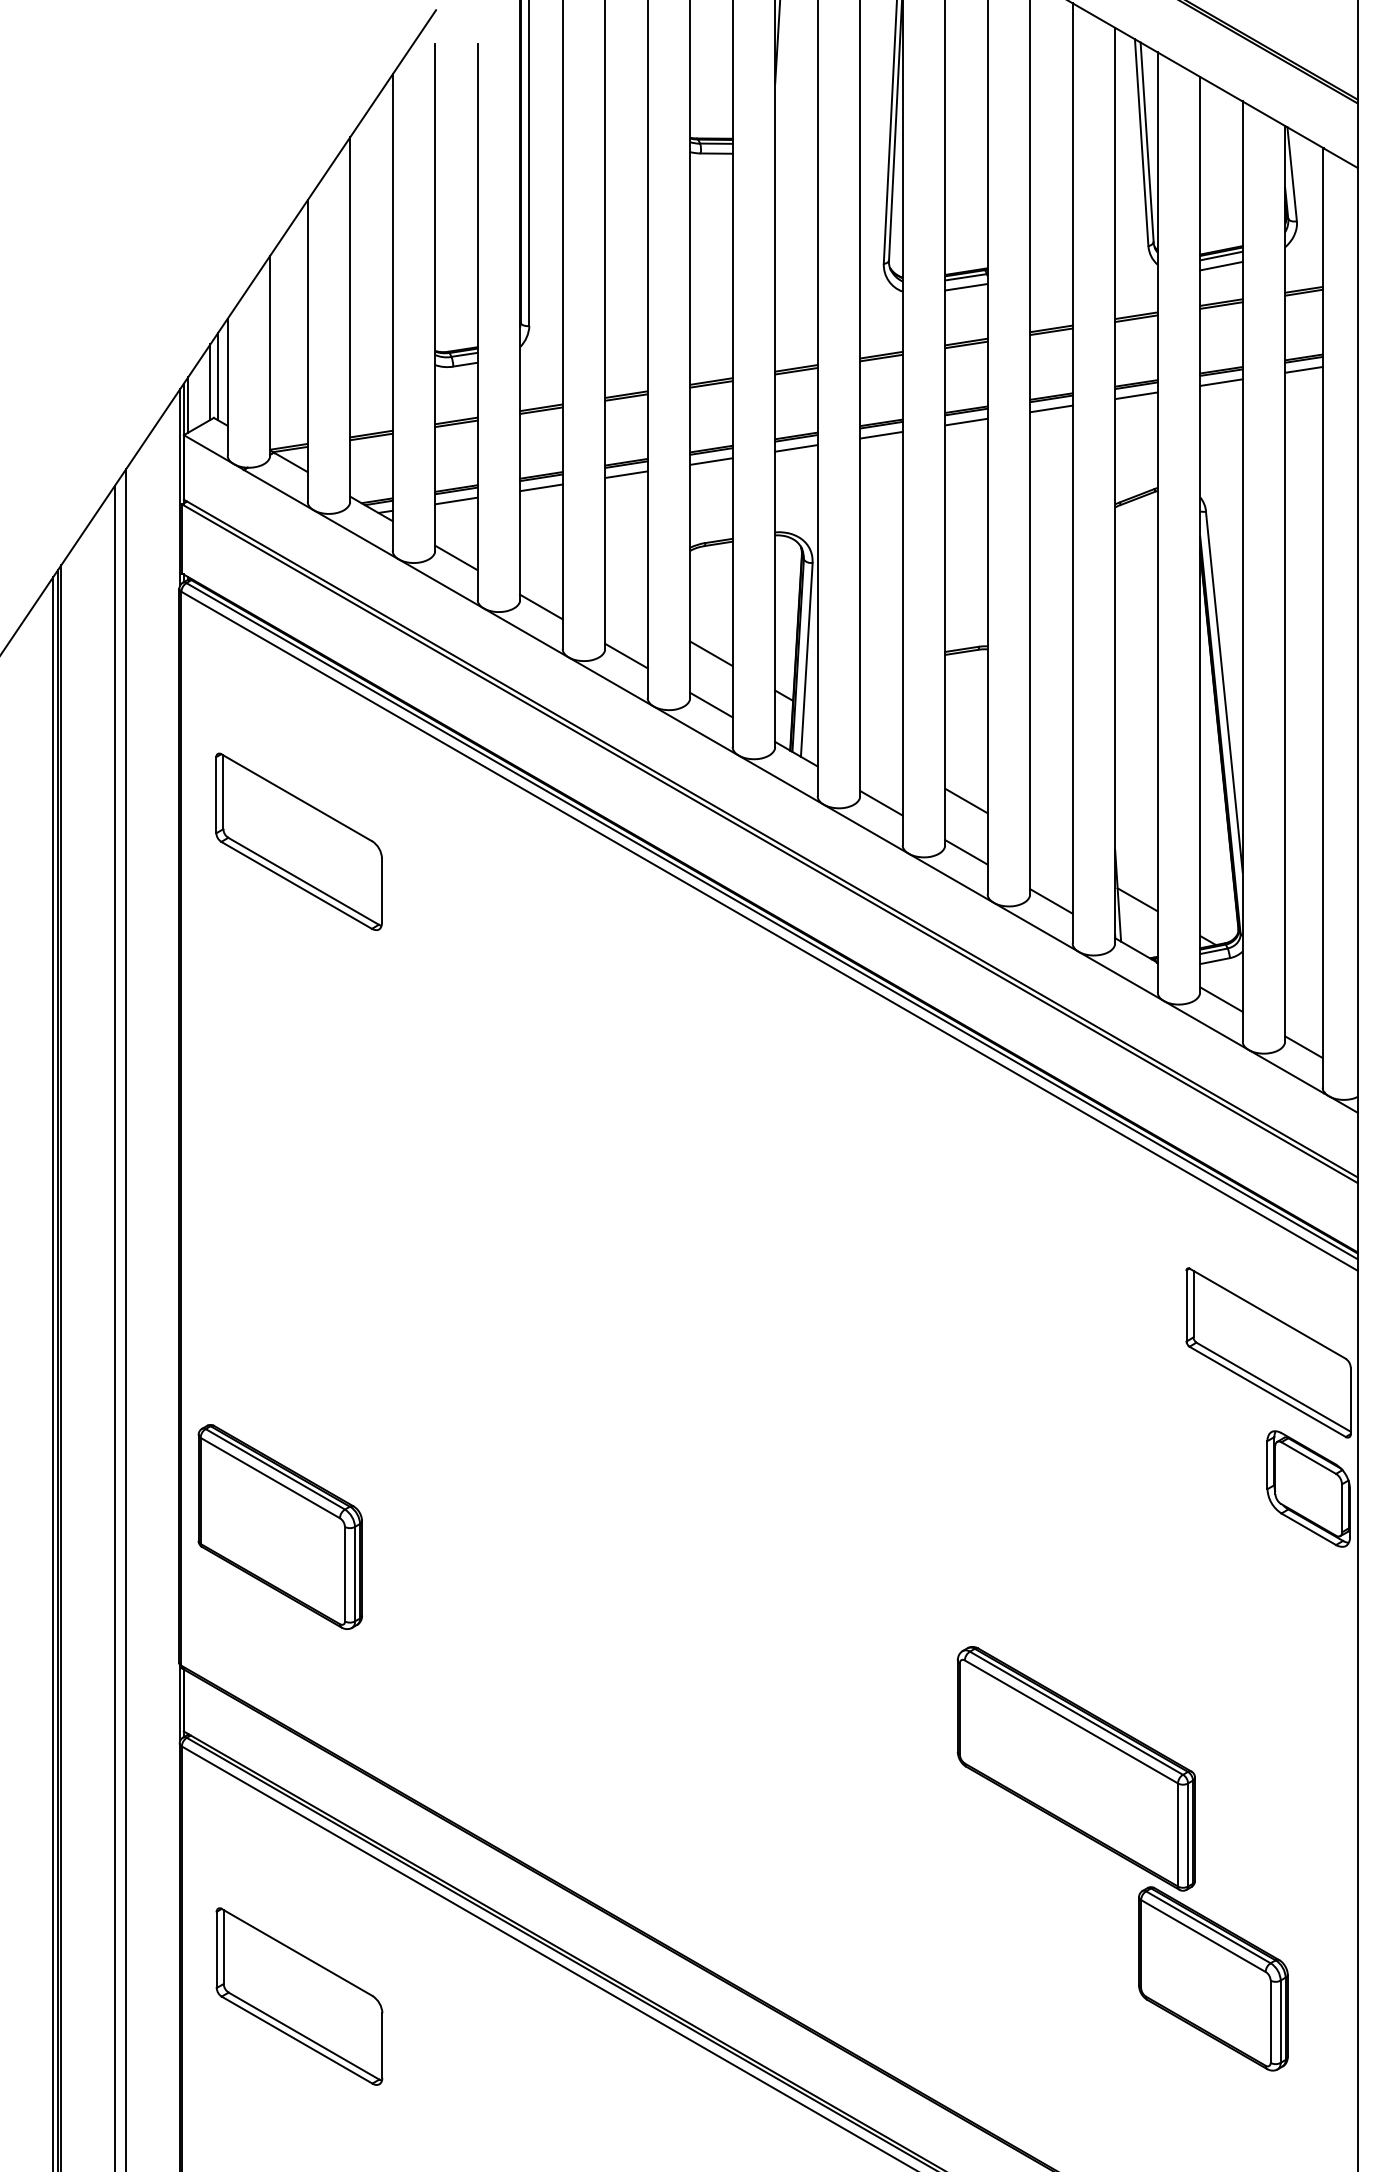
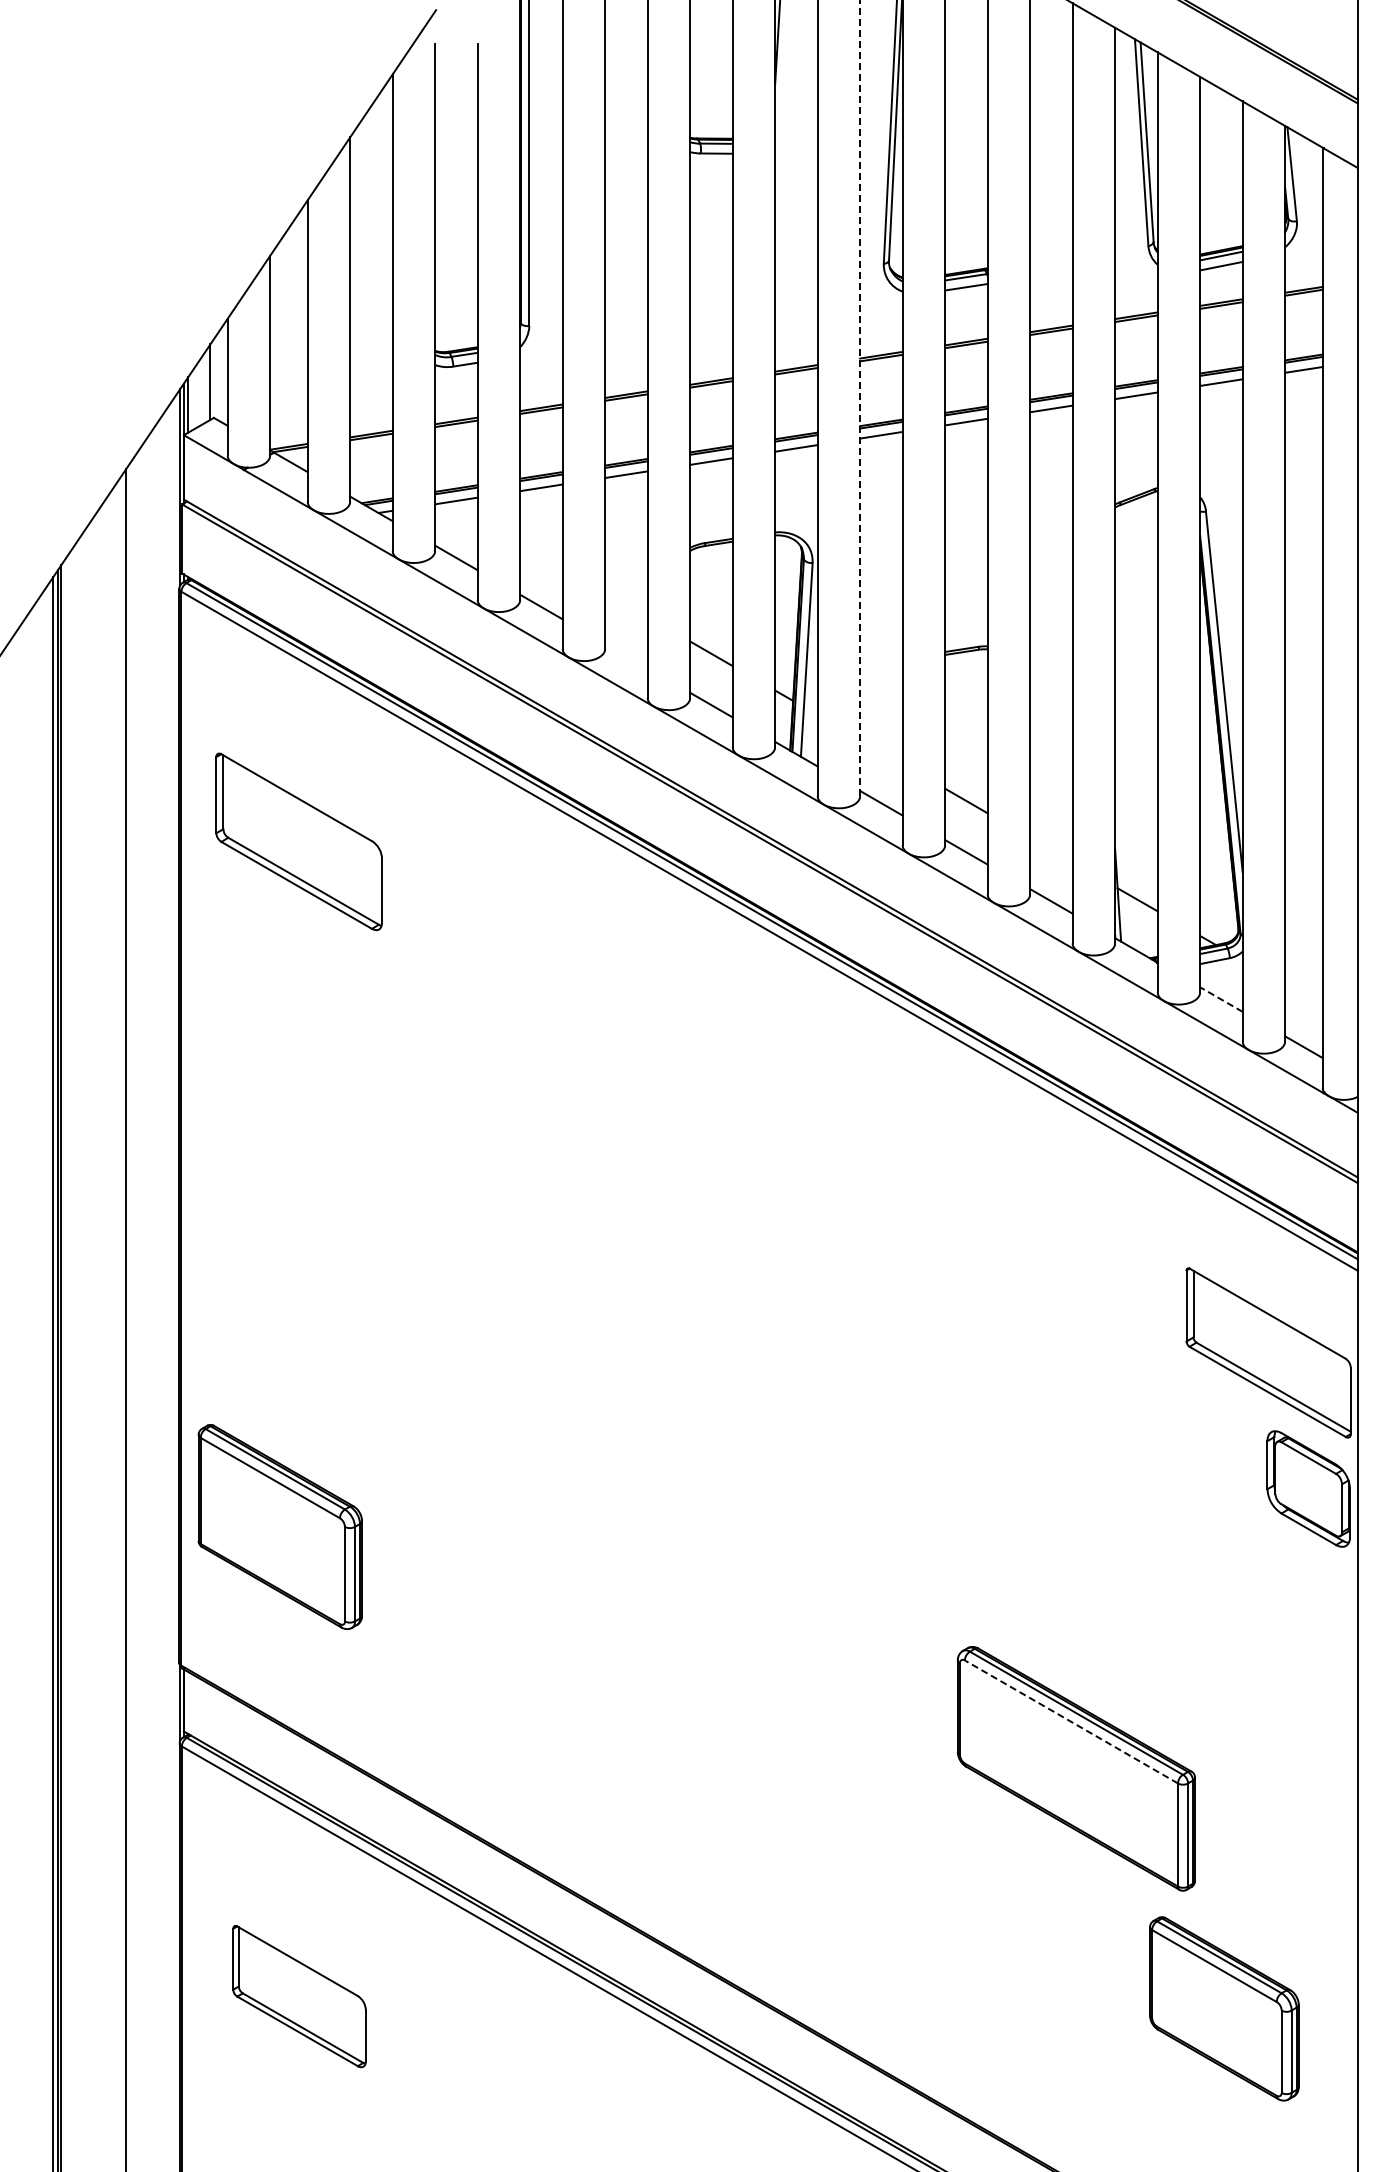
line at (217, 376): present -> none
line at (860, 398): solid -> dashed
line at (626, 655): present -> none
line at (1221, 999): solid -> dashed
line at (115, 1326): present -> none
line at (1071, 1721): solid -> dashed
part at (1213, 1978) position: (1213, 1978) -> (1224, 2008)
part at (299, 1996) size: 169x179 px -> 135x144 px
